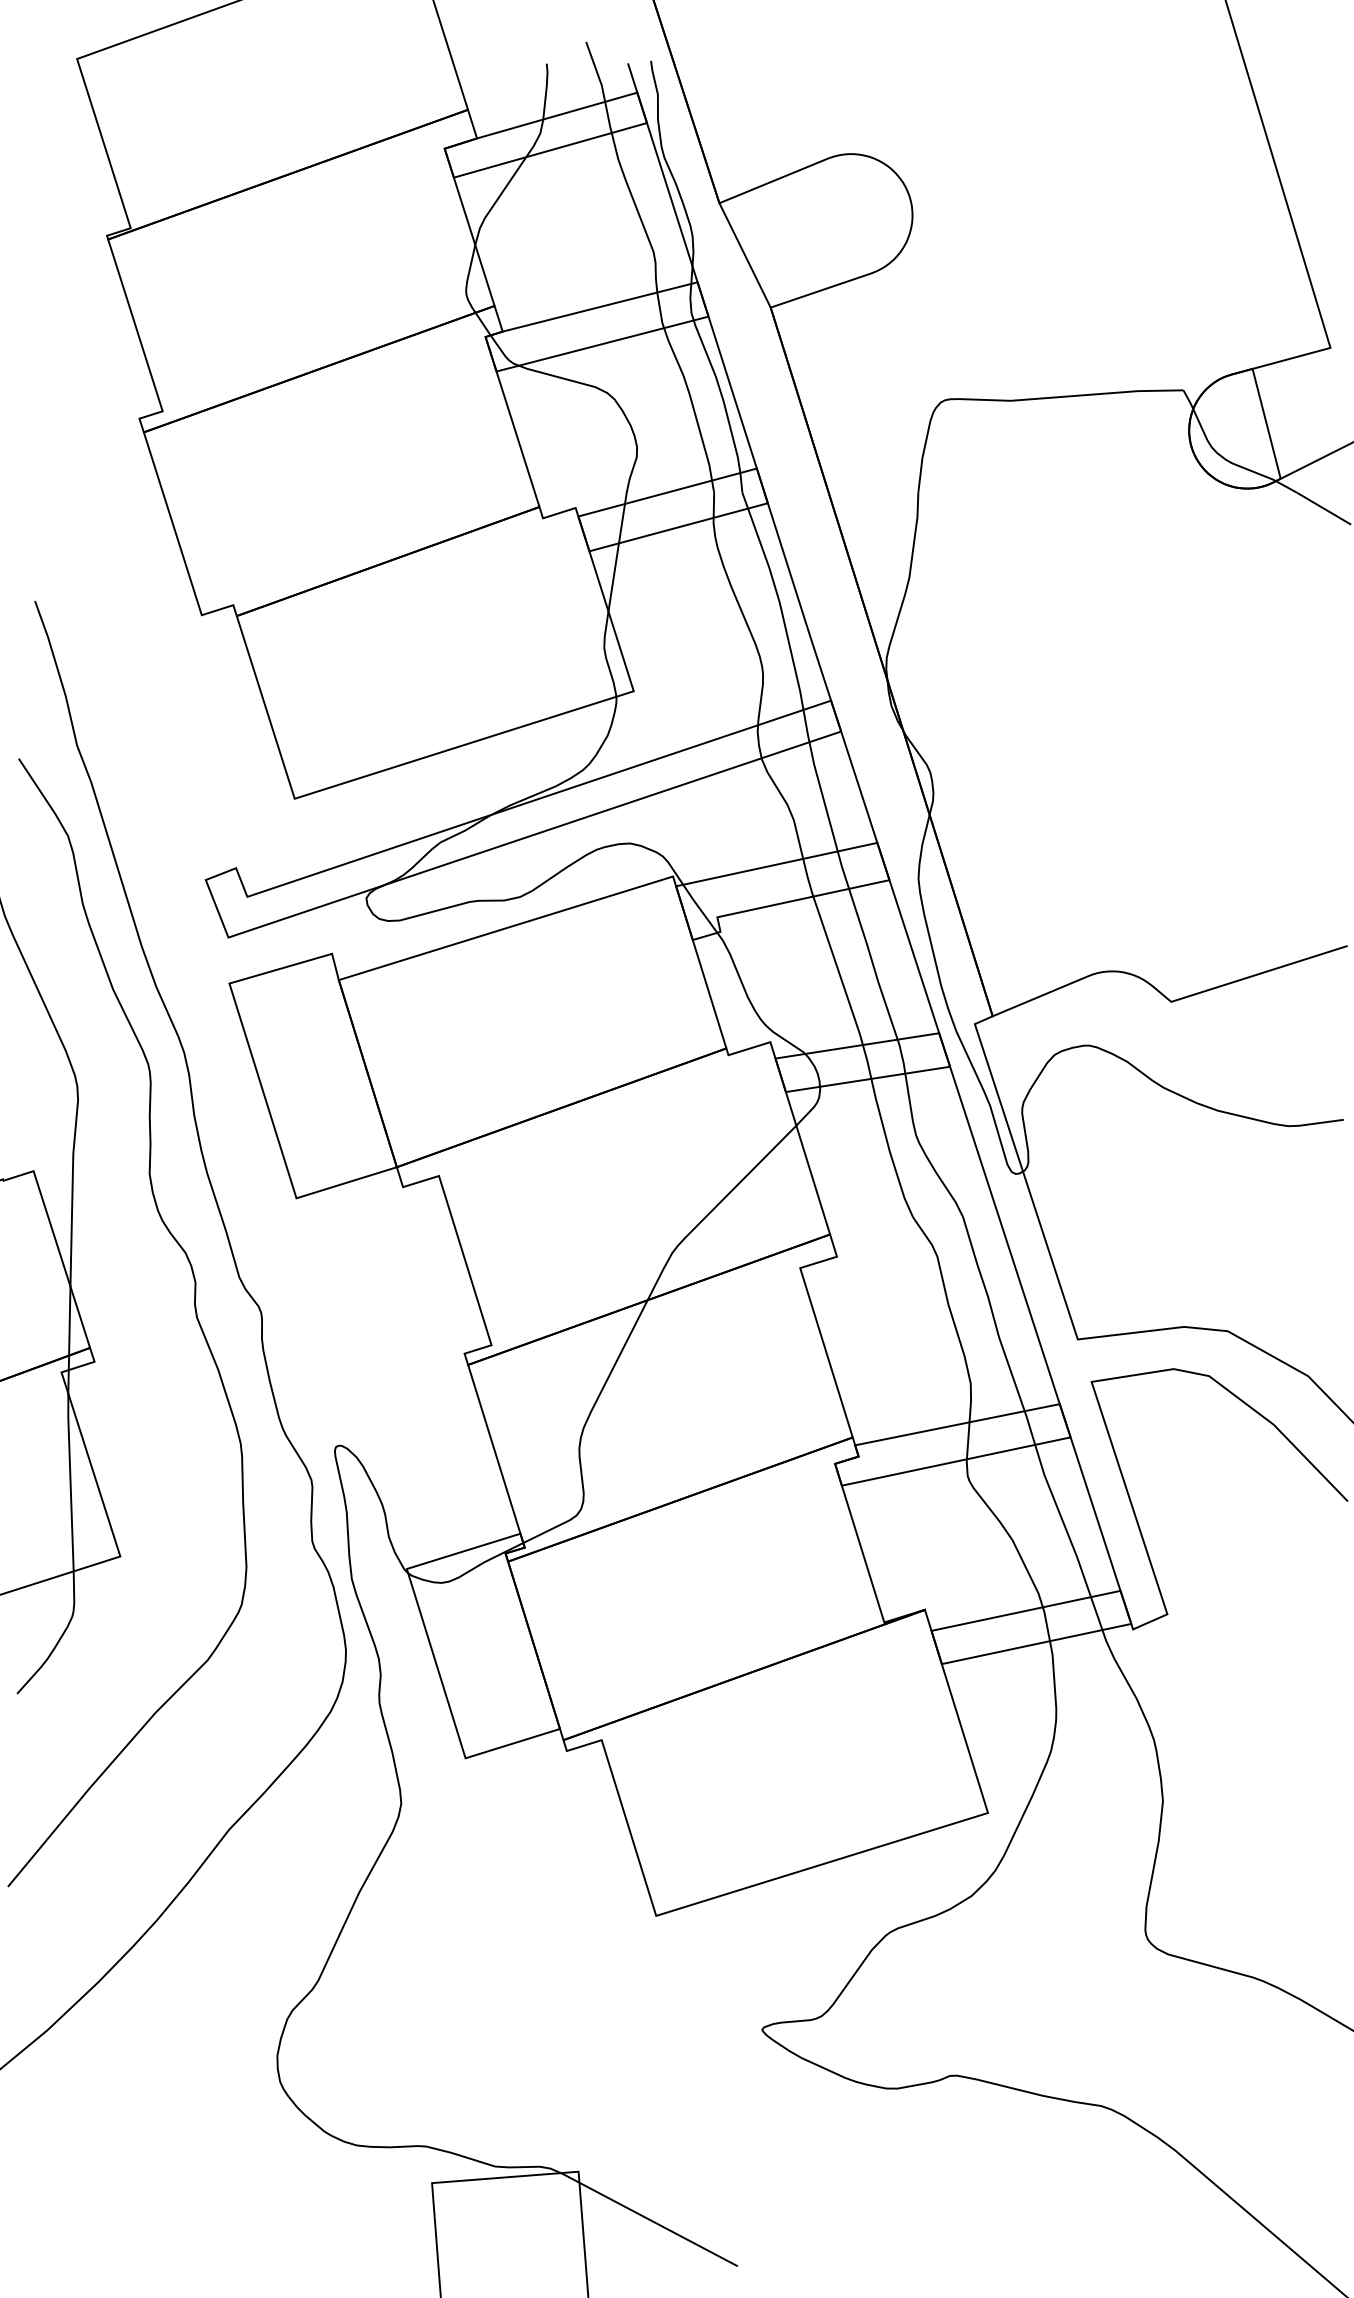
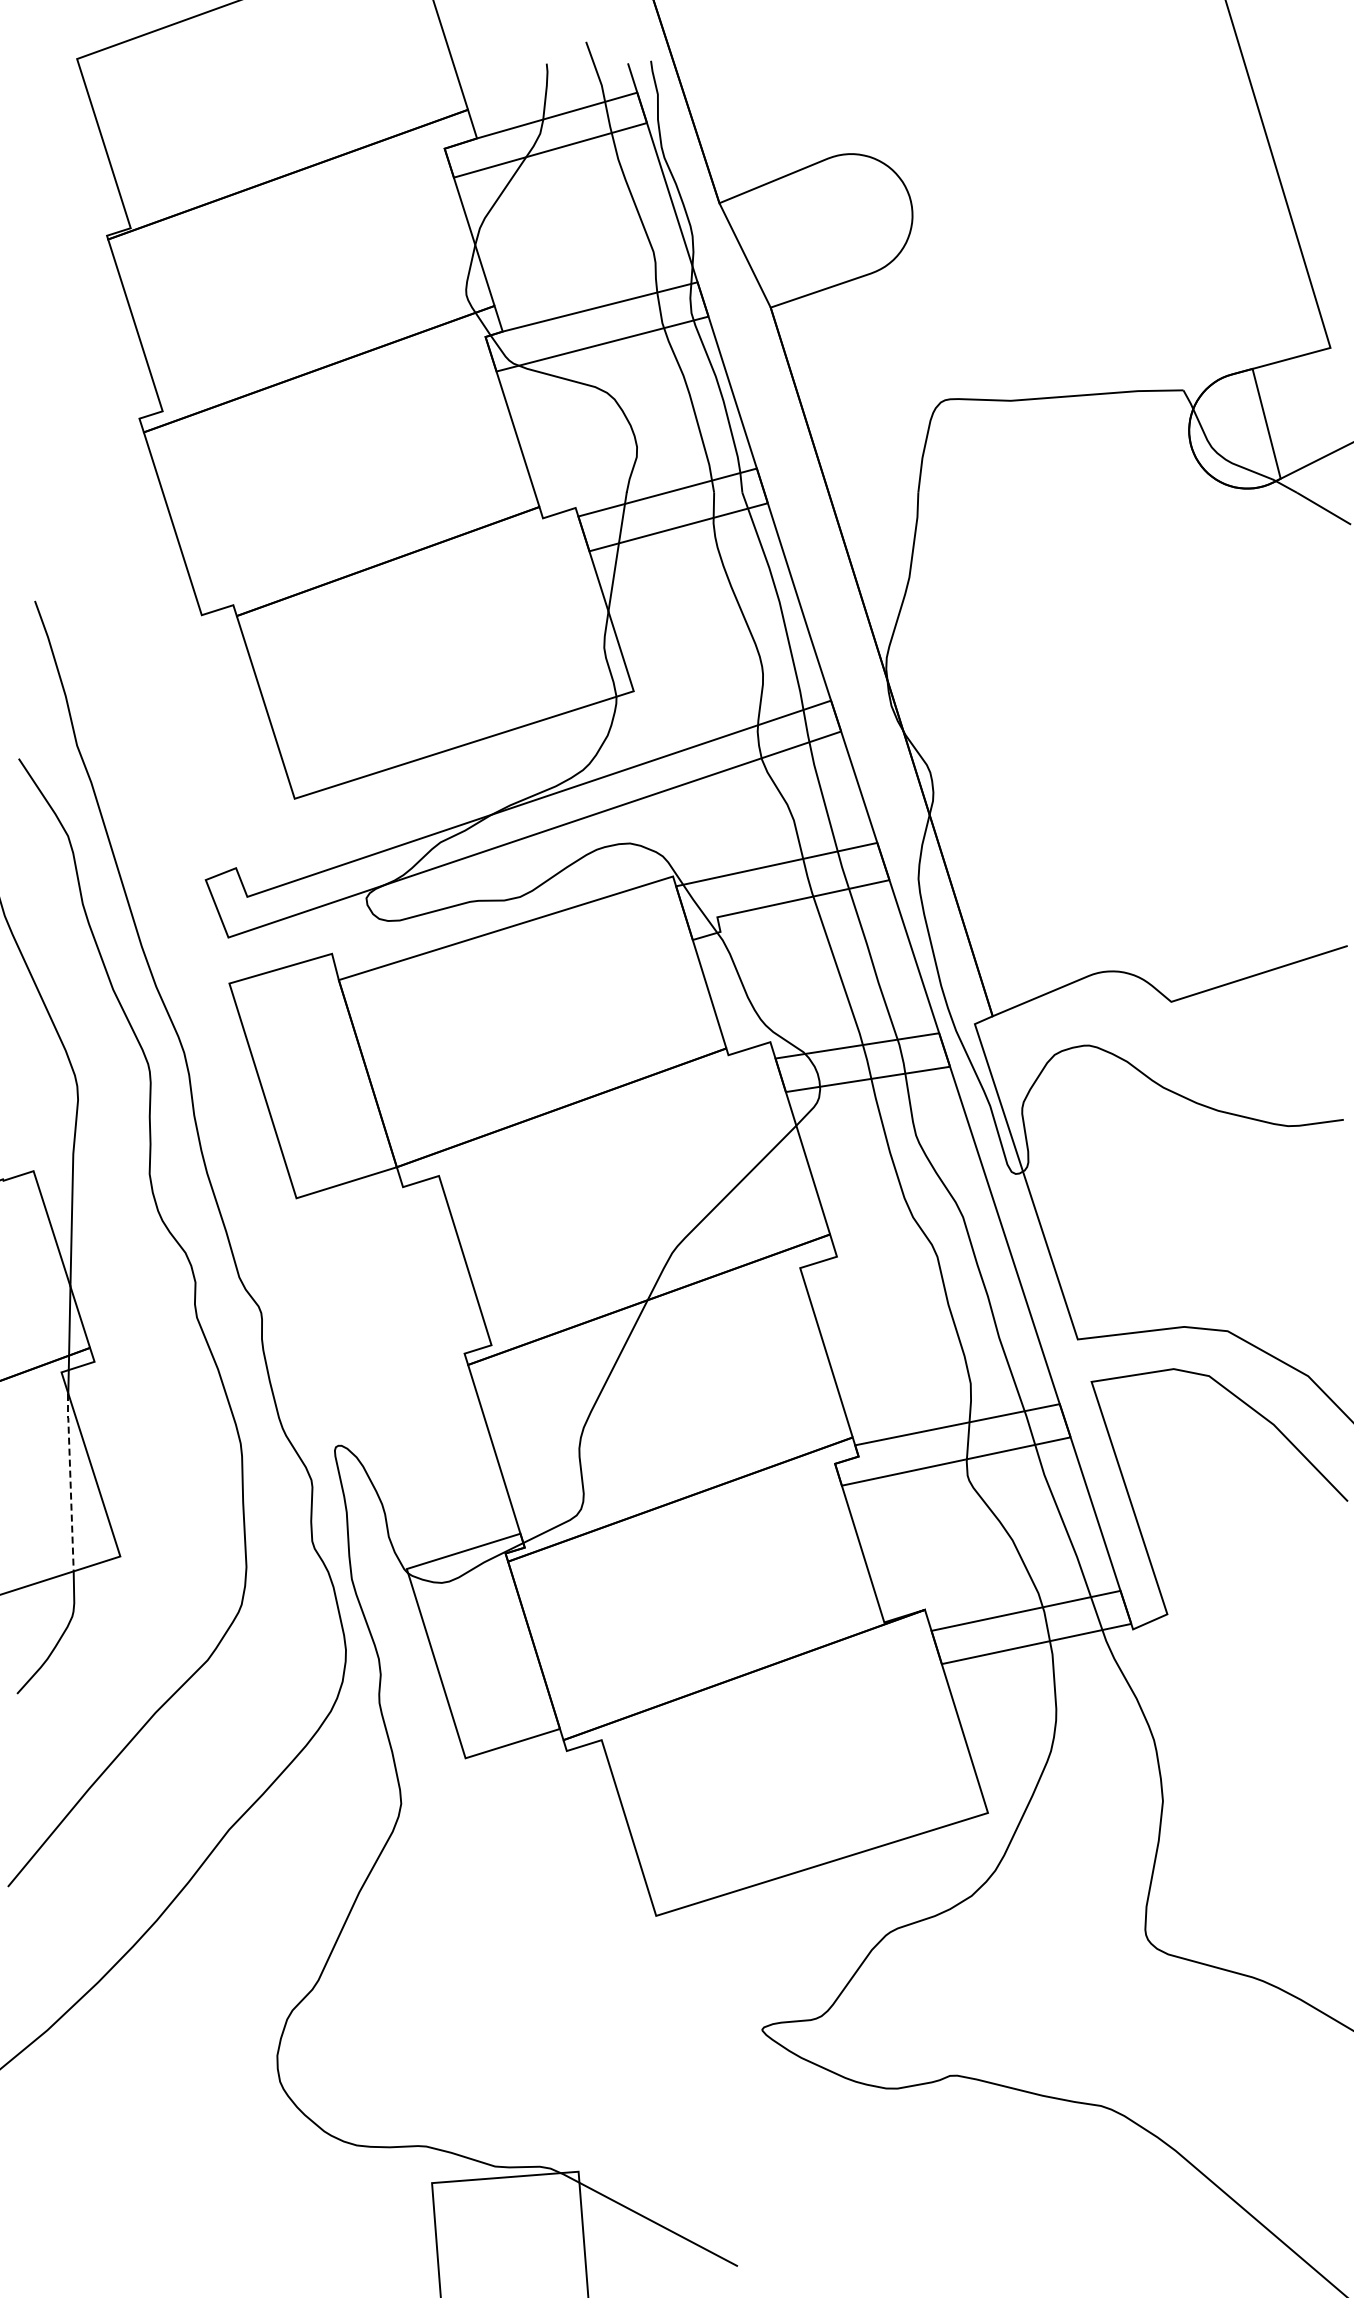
line at (70, 1481): solid -> dashed
